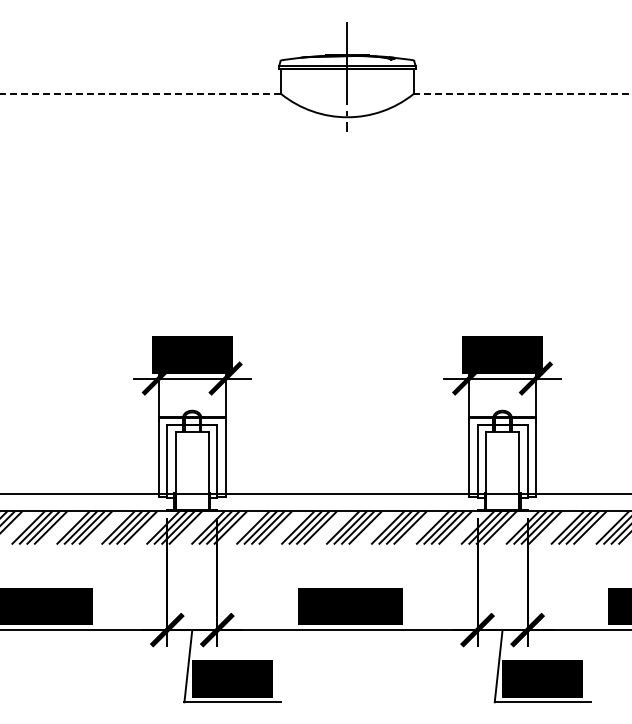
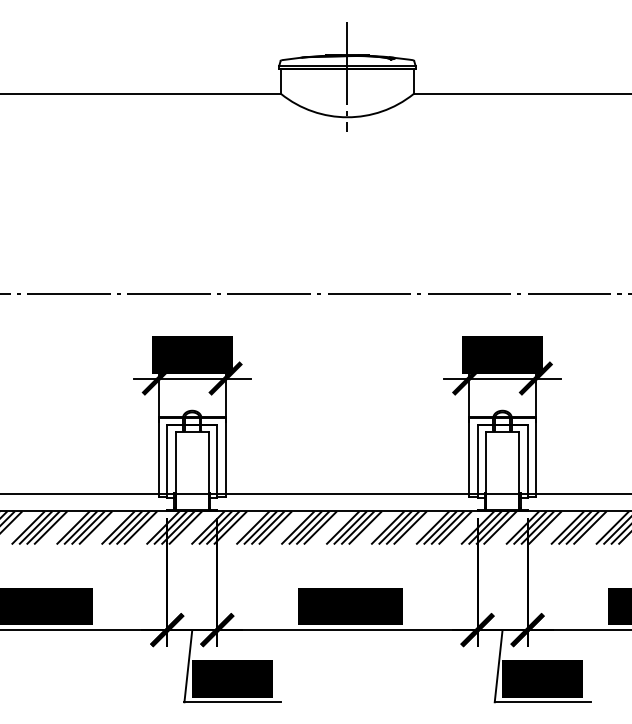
line at (140, 93): dashed -> solid
line at (522, 93): dashed -> solid
line at (315, 294): none -> present
